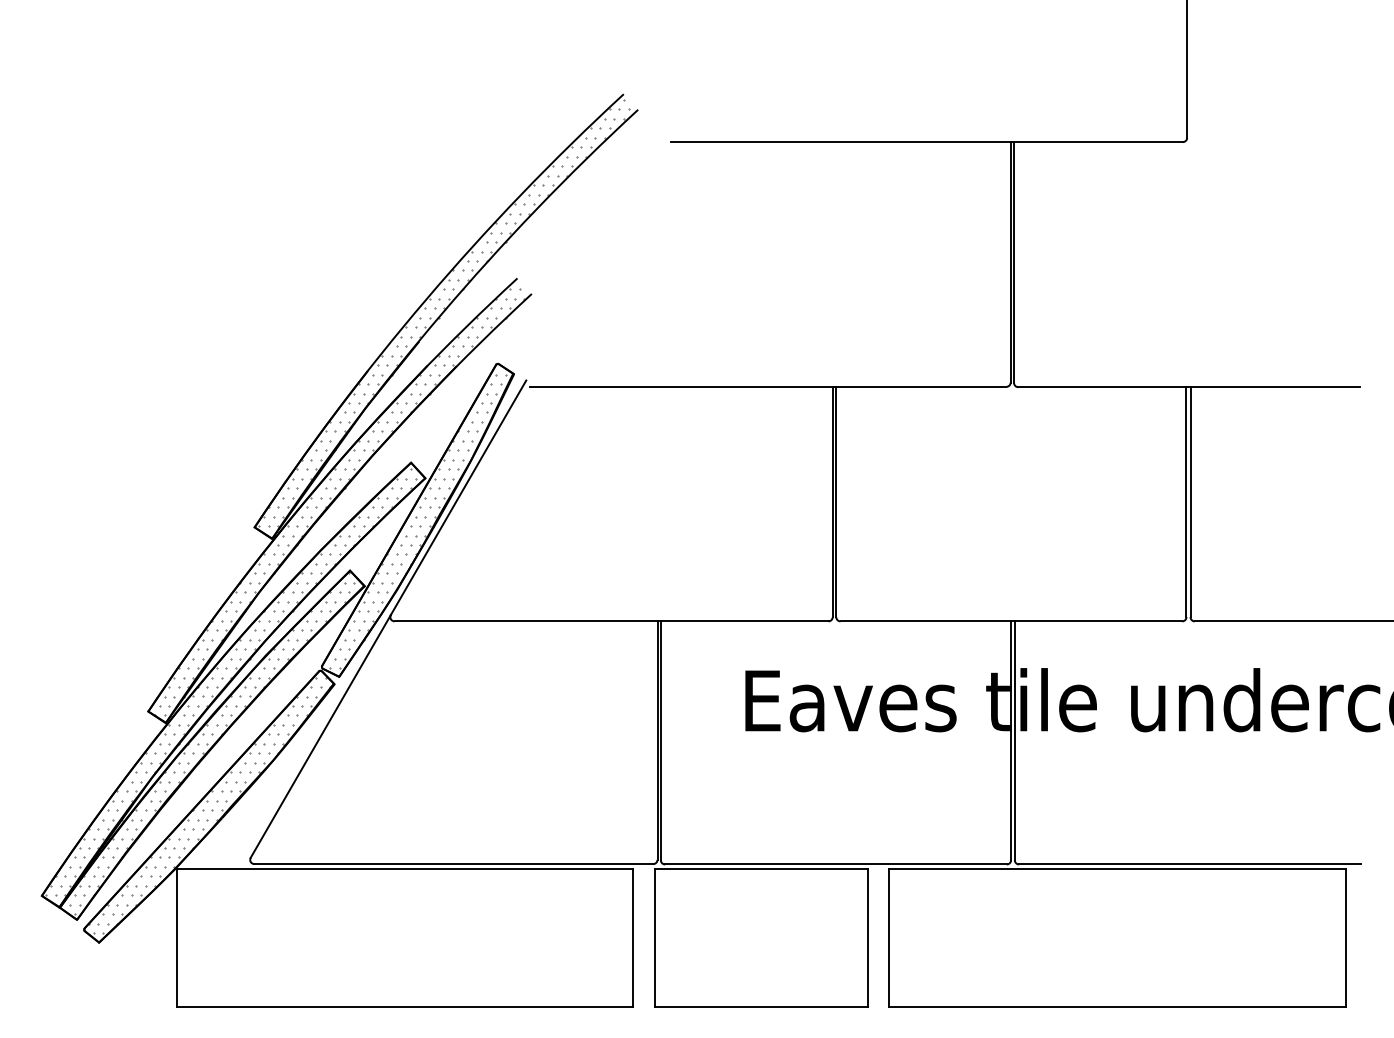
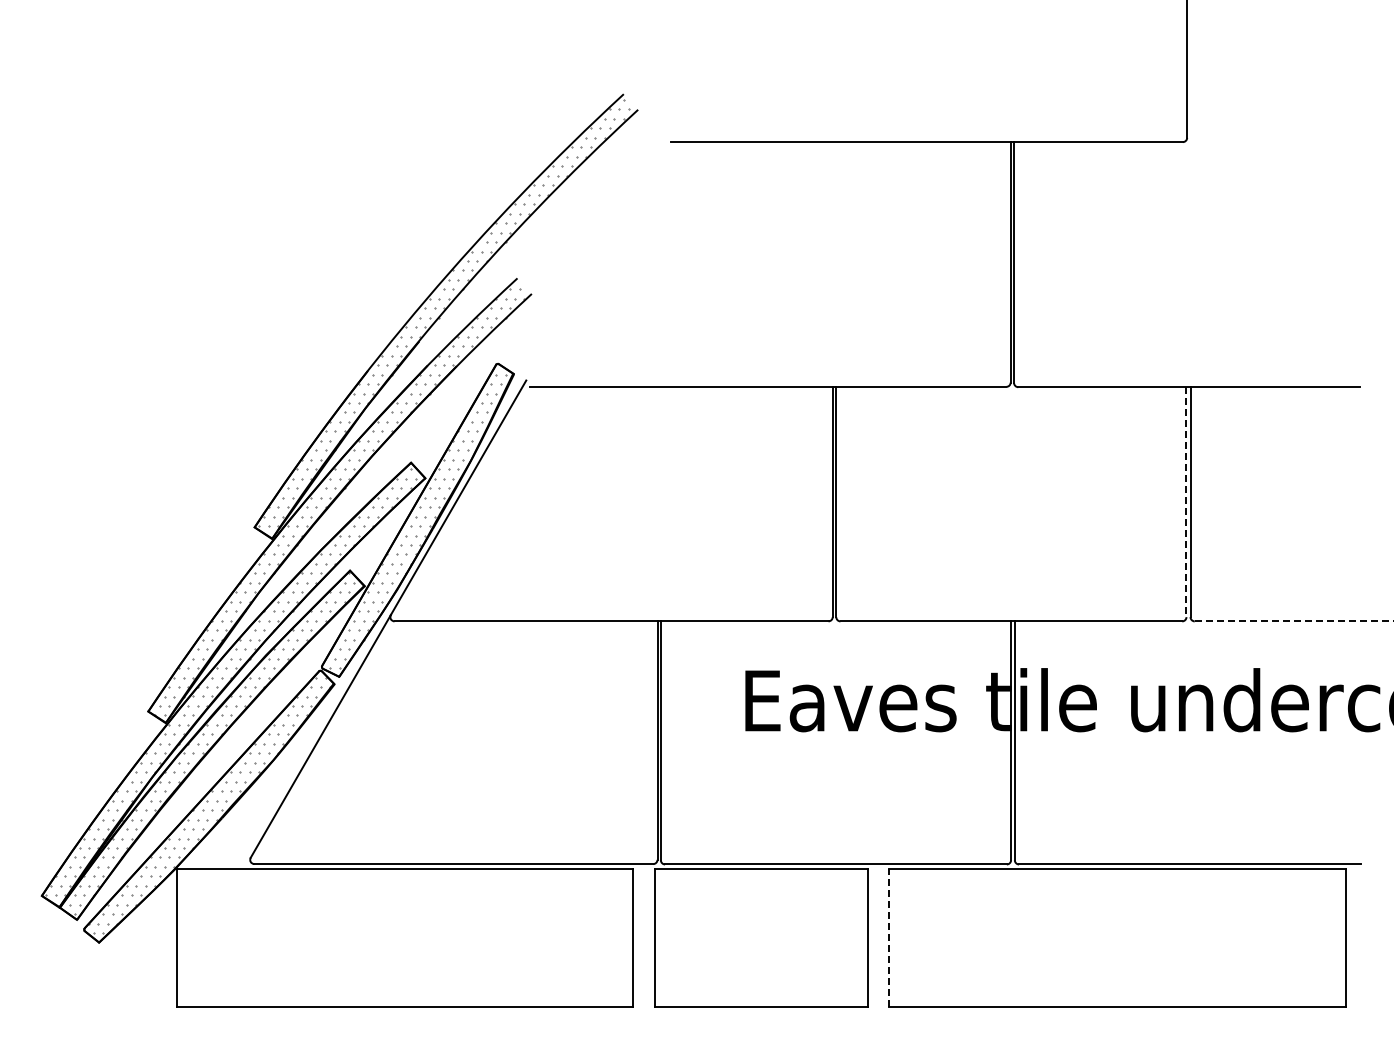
line at (1186, 502): solid -> dashed
line at (1294, 621): solid -> dashed
line at (889, 937): solid -> dashed
